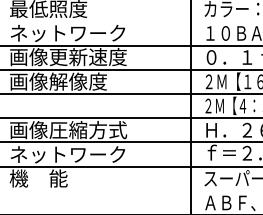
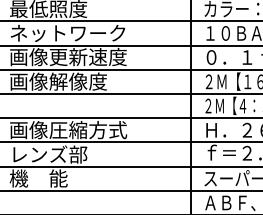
line at (130, 21): none -> present
text at (67, 154): ネットワーク -> レンズ部
line at (130, 190): none -> present
